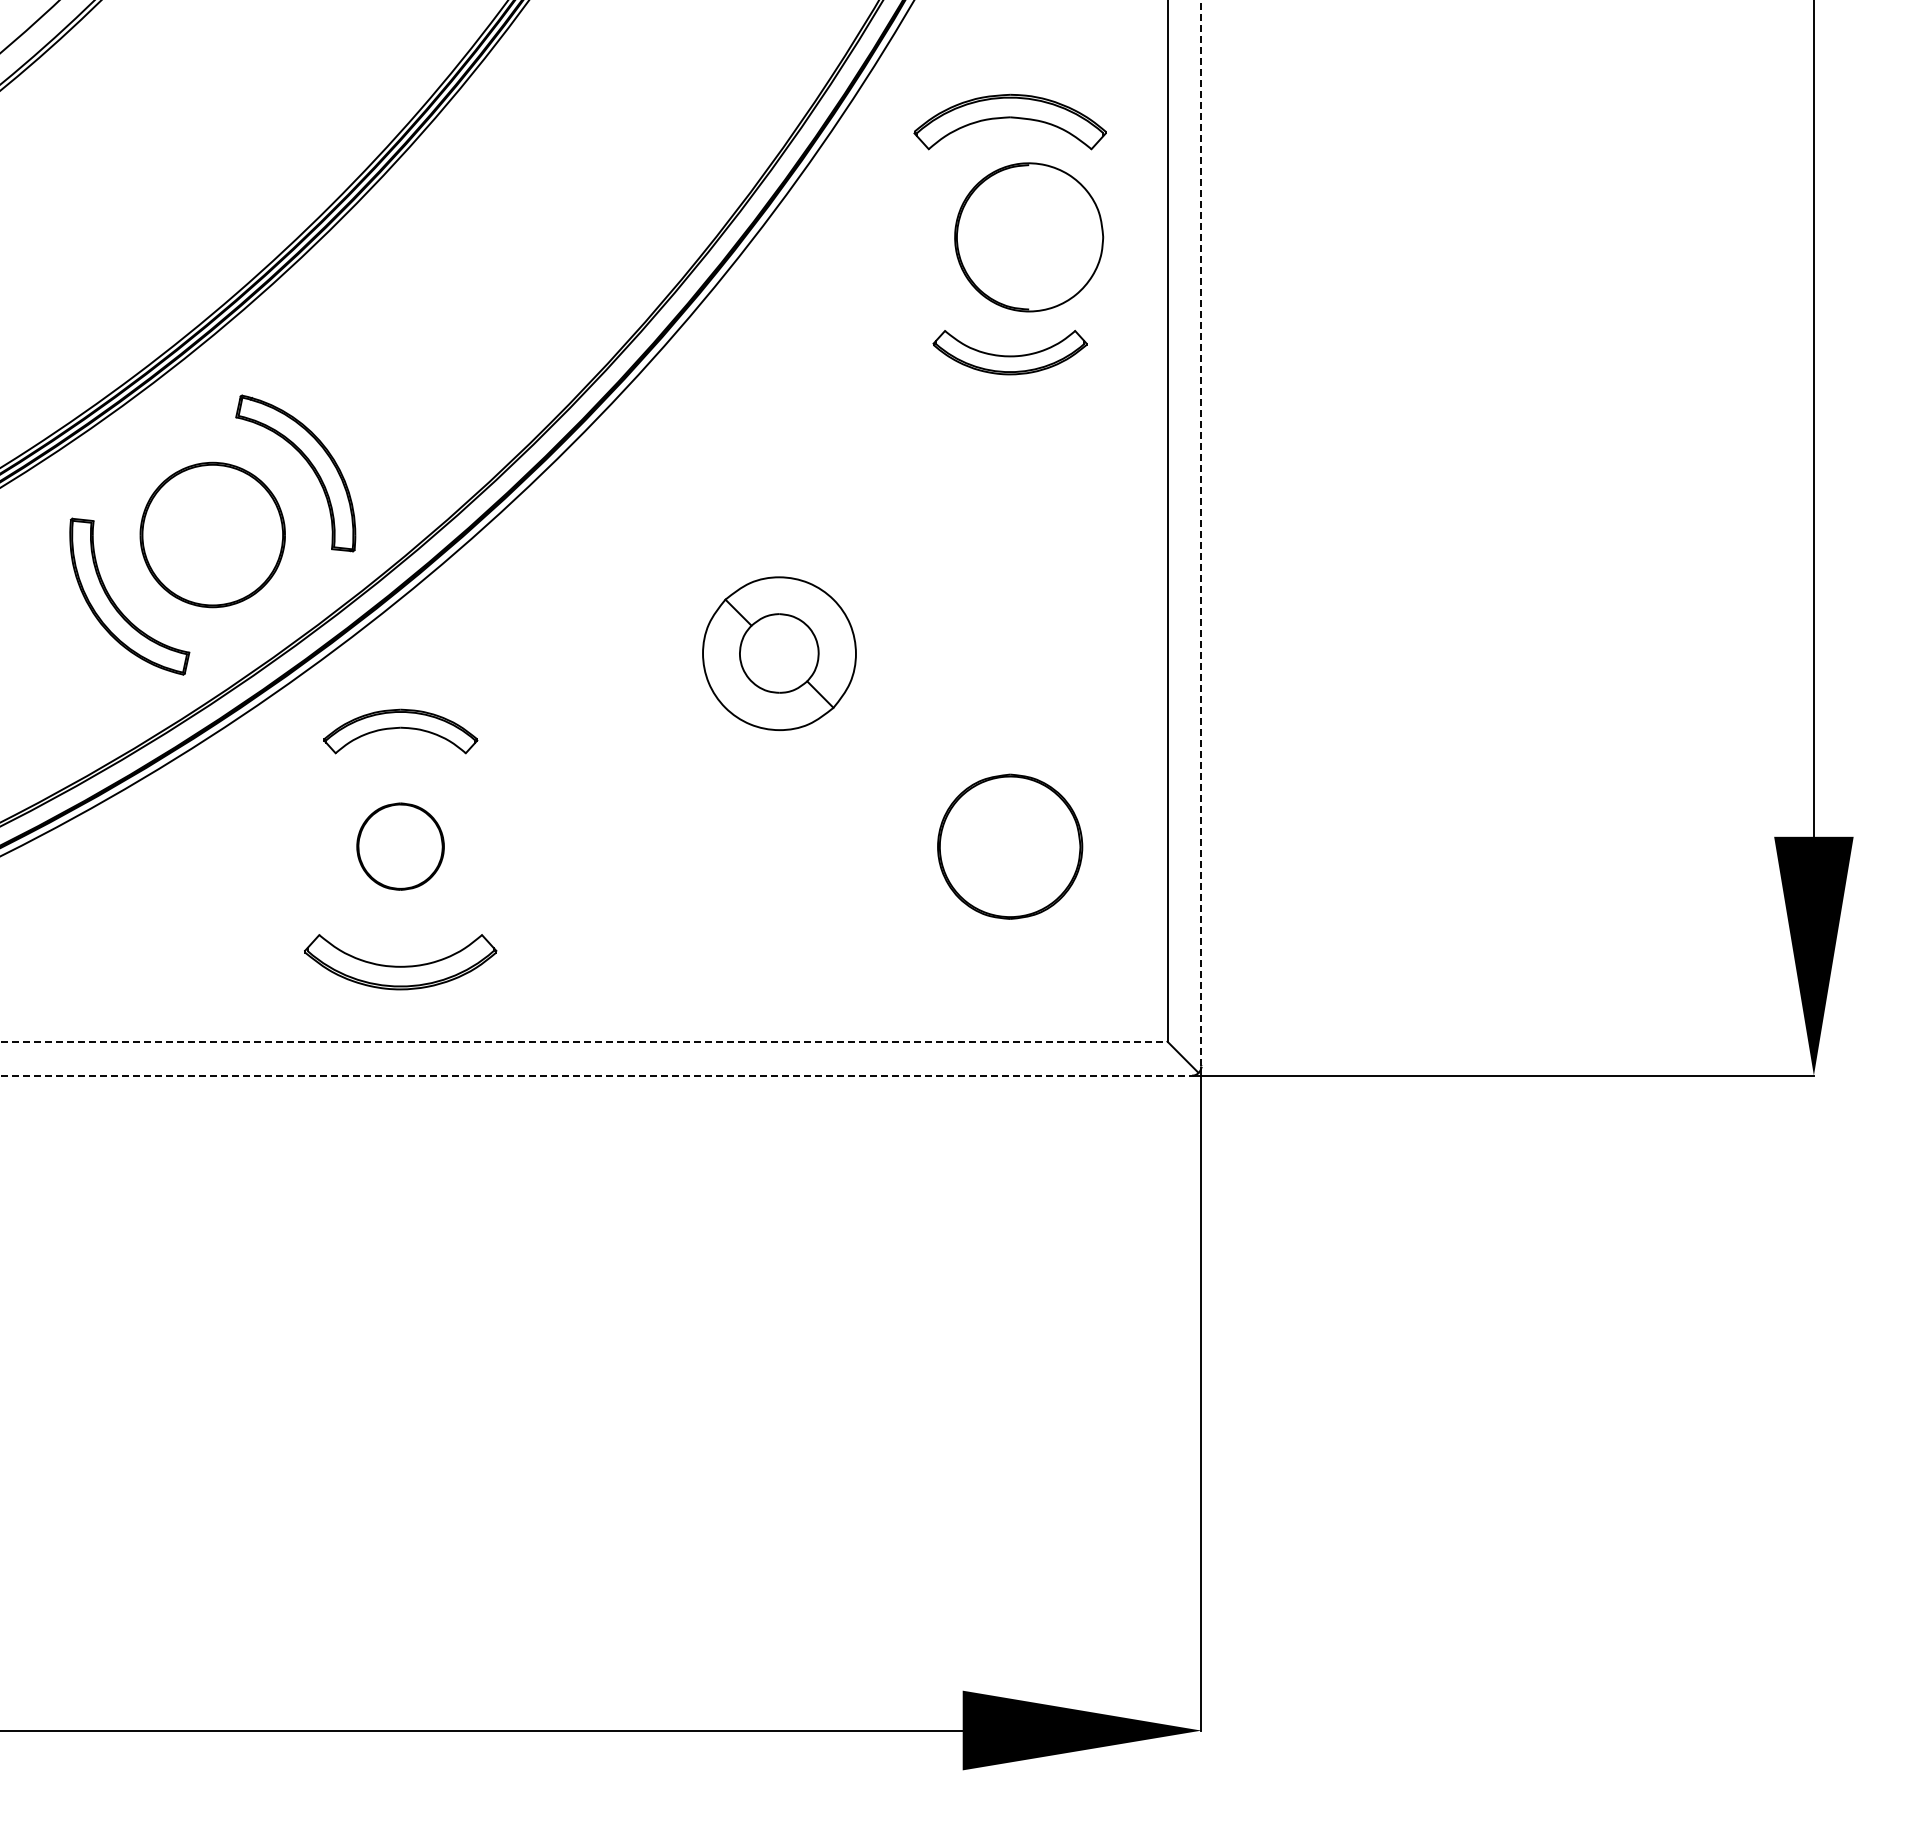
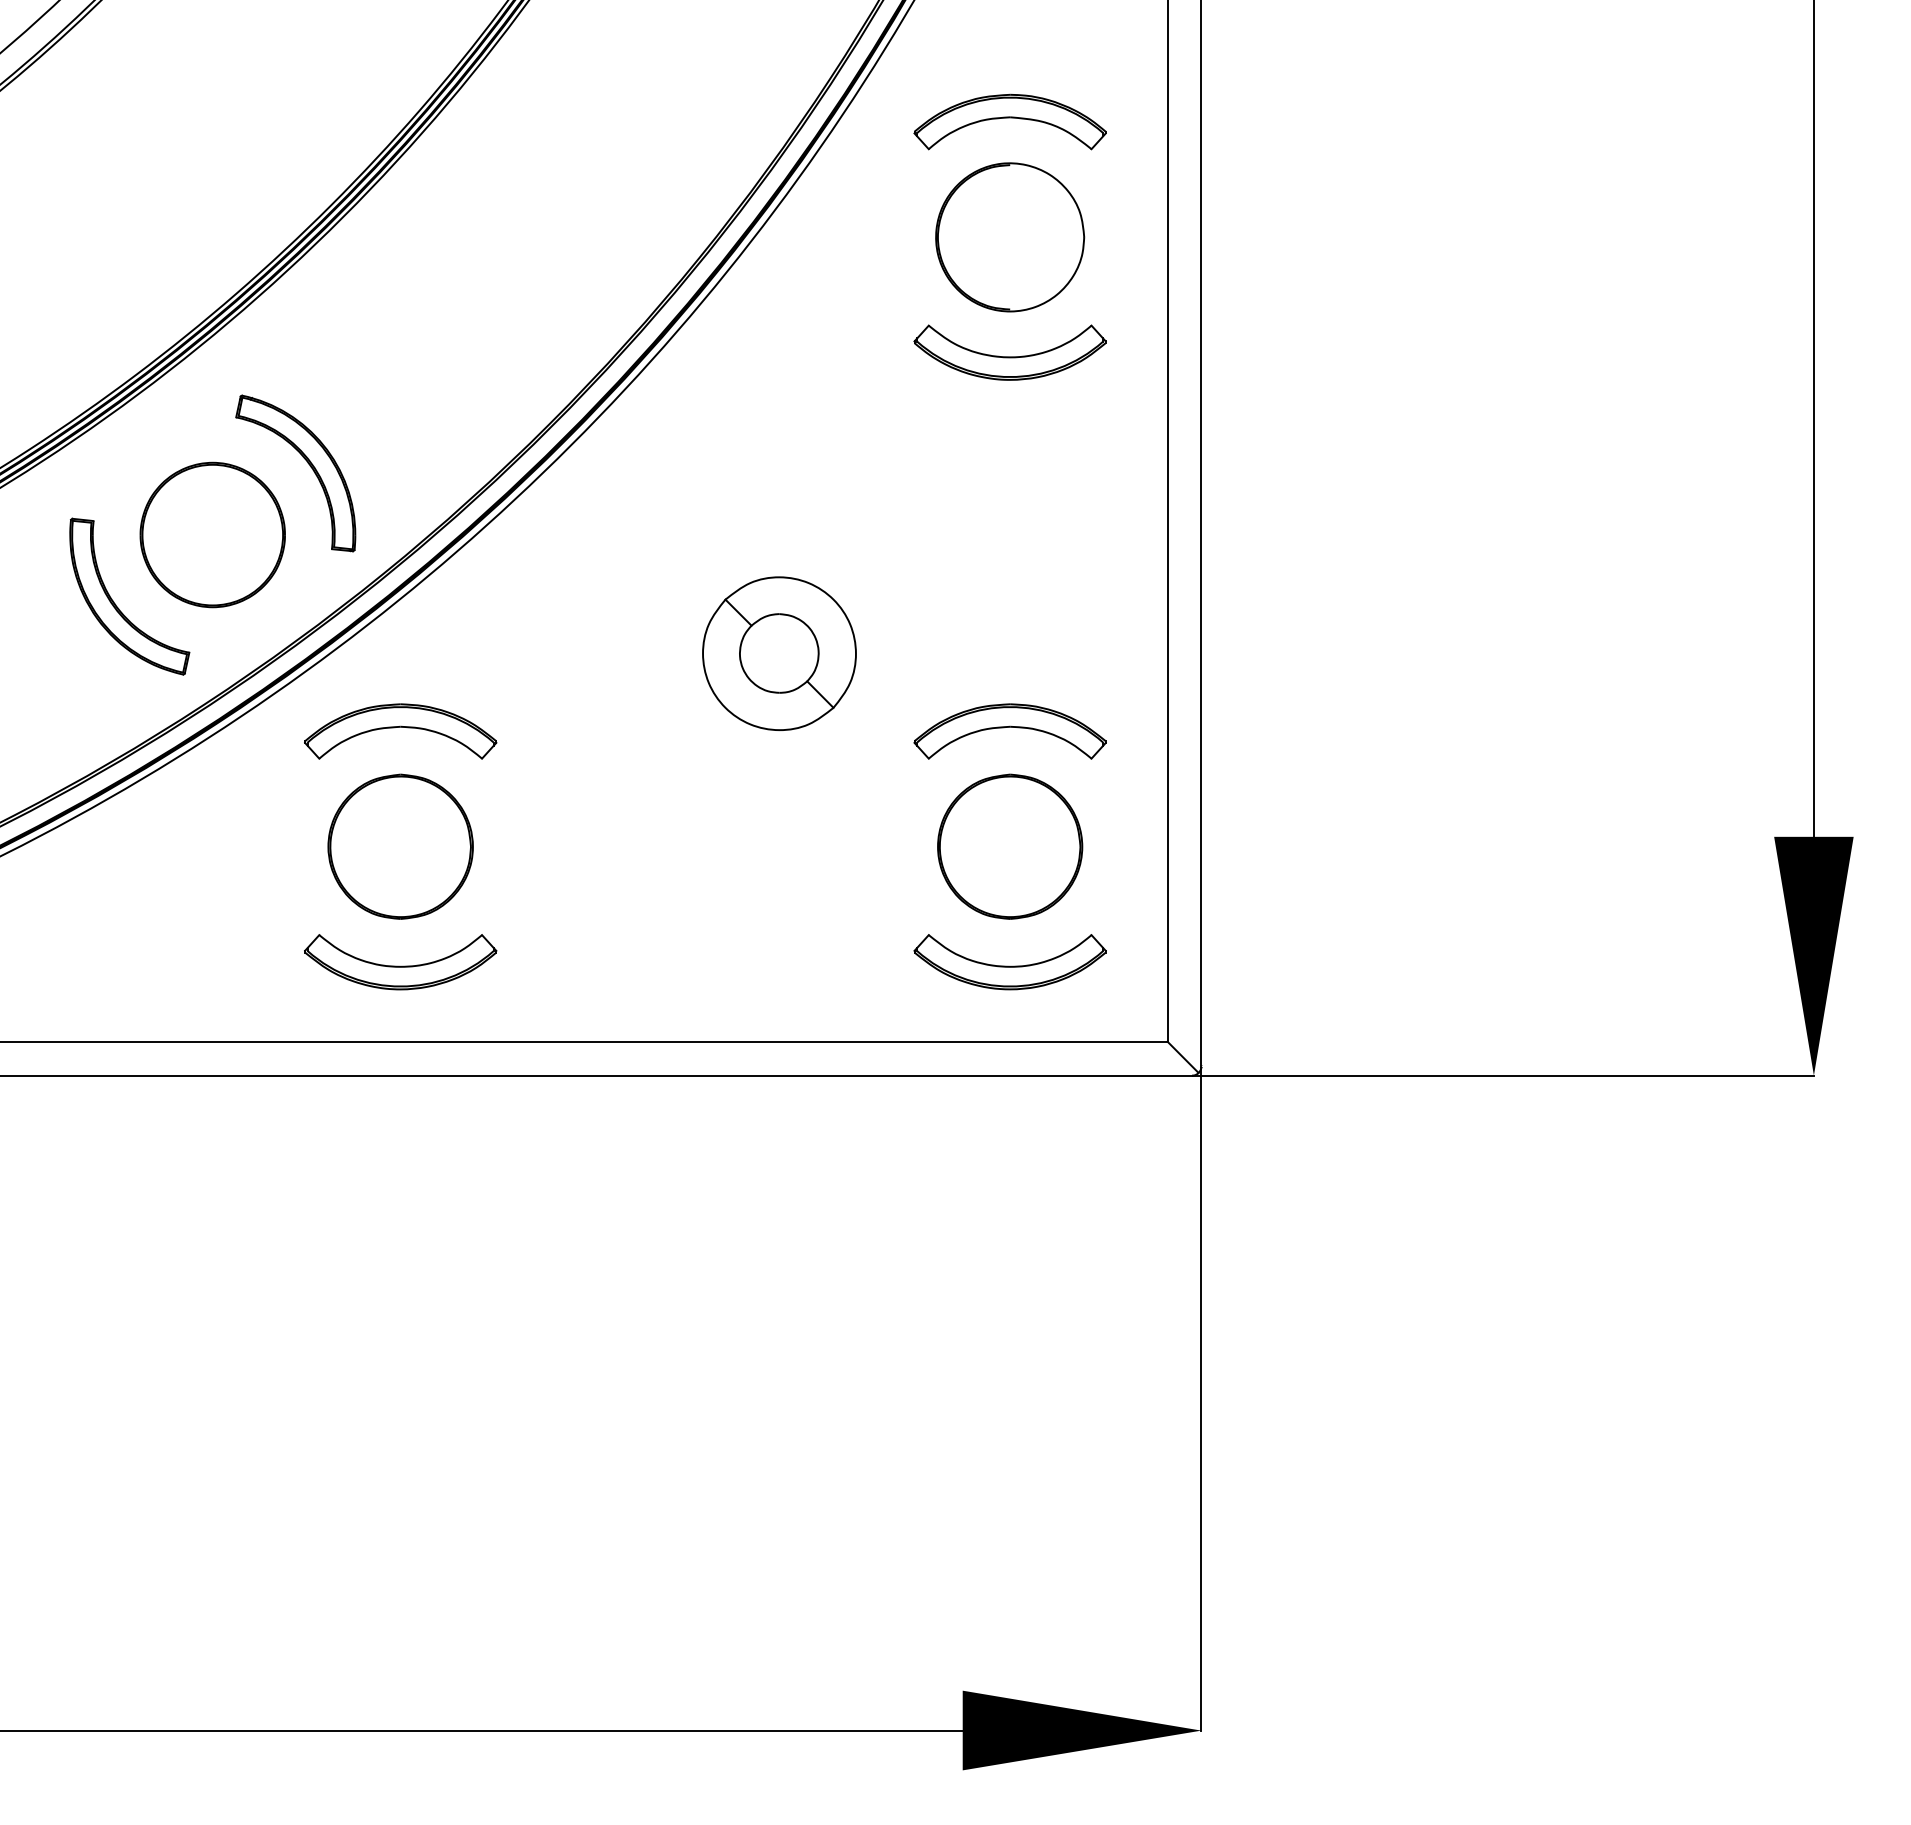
part at (1029, 237) position: (1029, 237) -> (1010, 237)
part at (1009, 352) size: 156x46 px -> 194x57 px
line at (1201, 533): dashed -> solid
part at (400, 731) size: 156x47 px -> 194x57 px
part at (1009, 731): none -> present
part at (400, 846) size: 89x89 px -> 147x147 px
part at (1009, 962): none -> present
line at (584, 1041): dashed -> solid
line at (596, 1075): dashed -> solid
